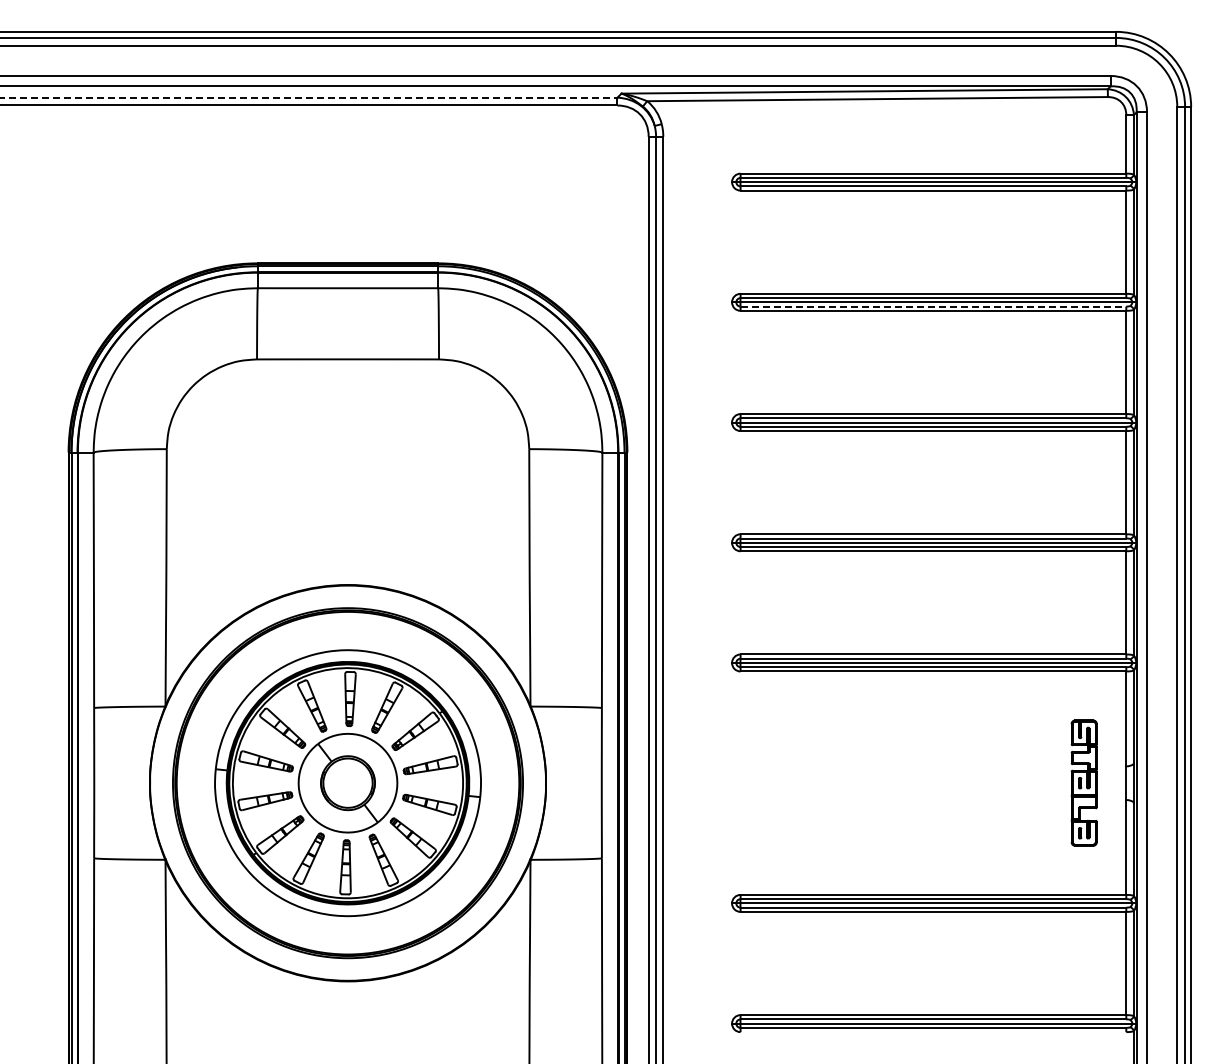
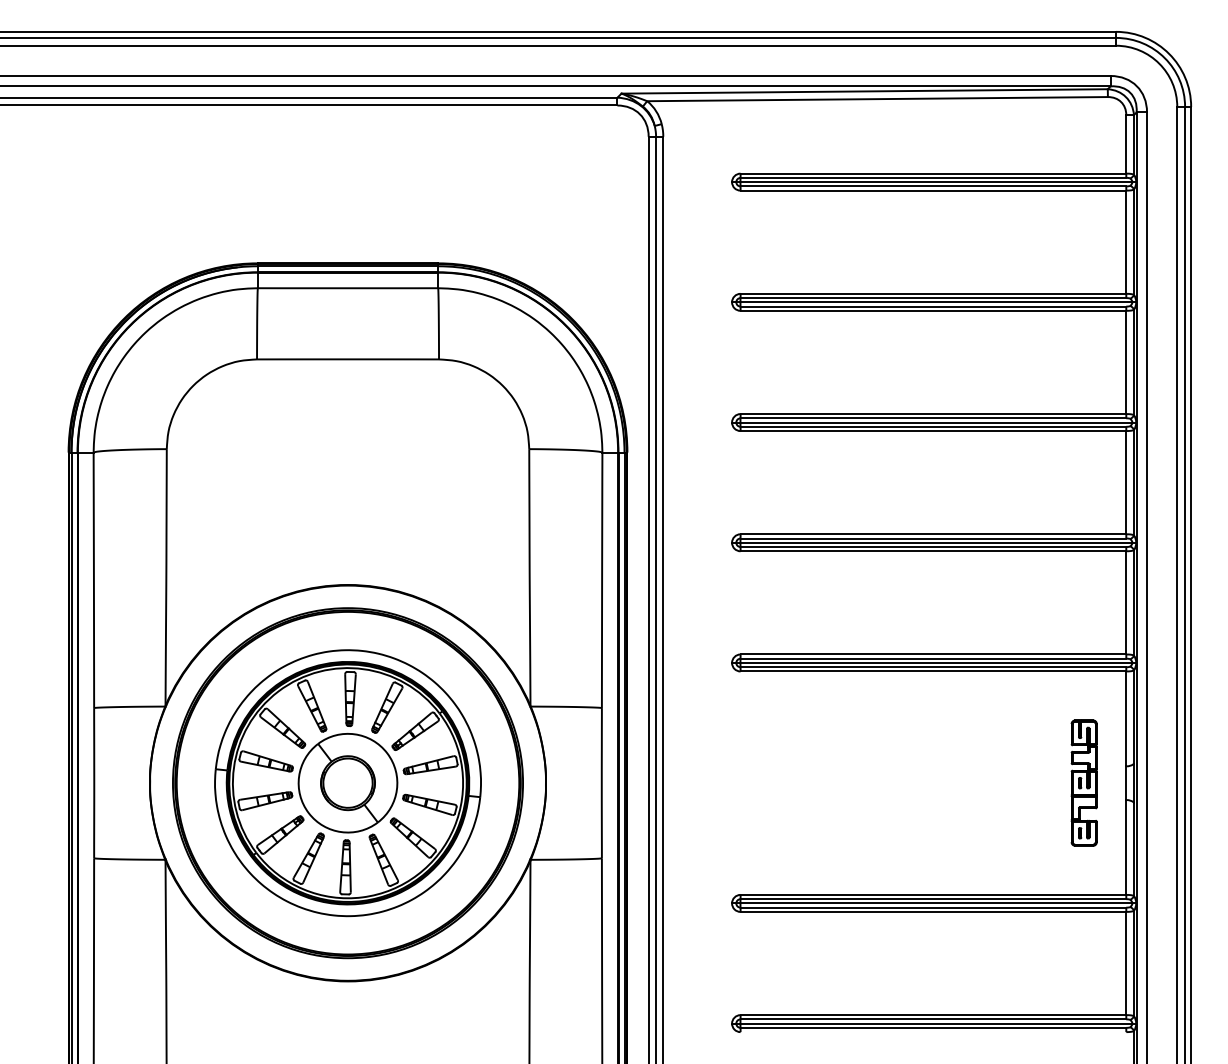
line at (309, 97): dashed -> solid
line at (933, 306): dashed -> solid
